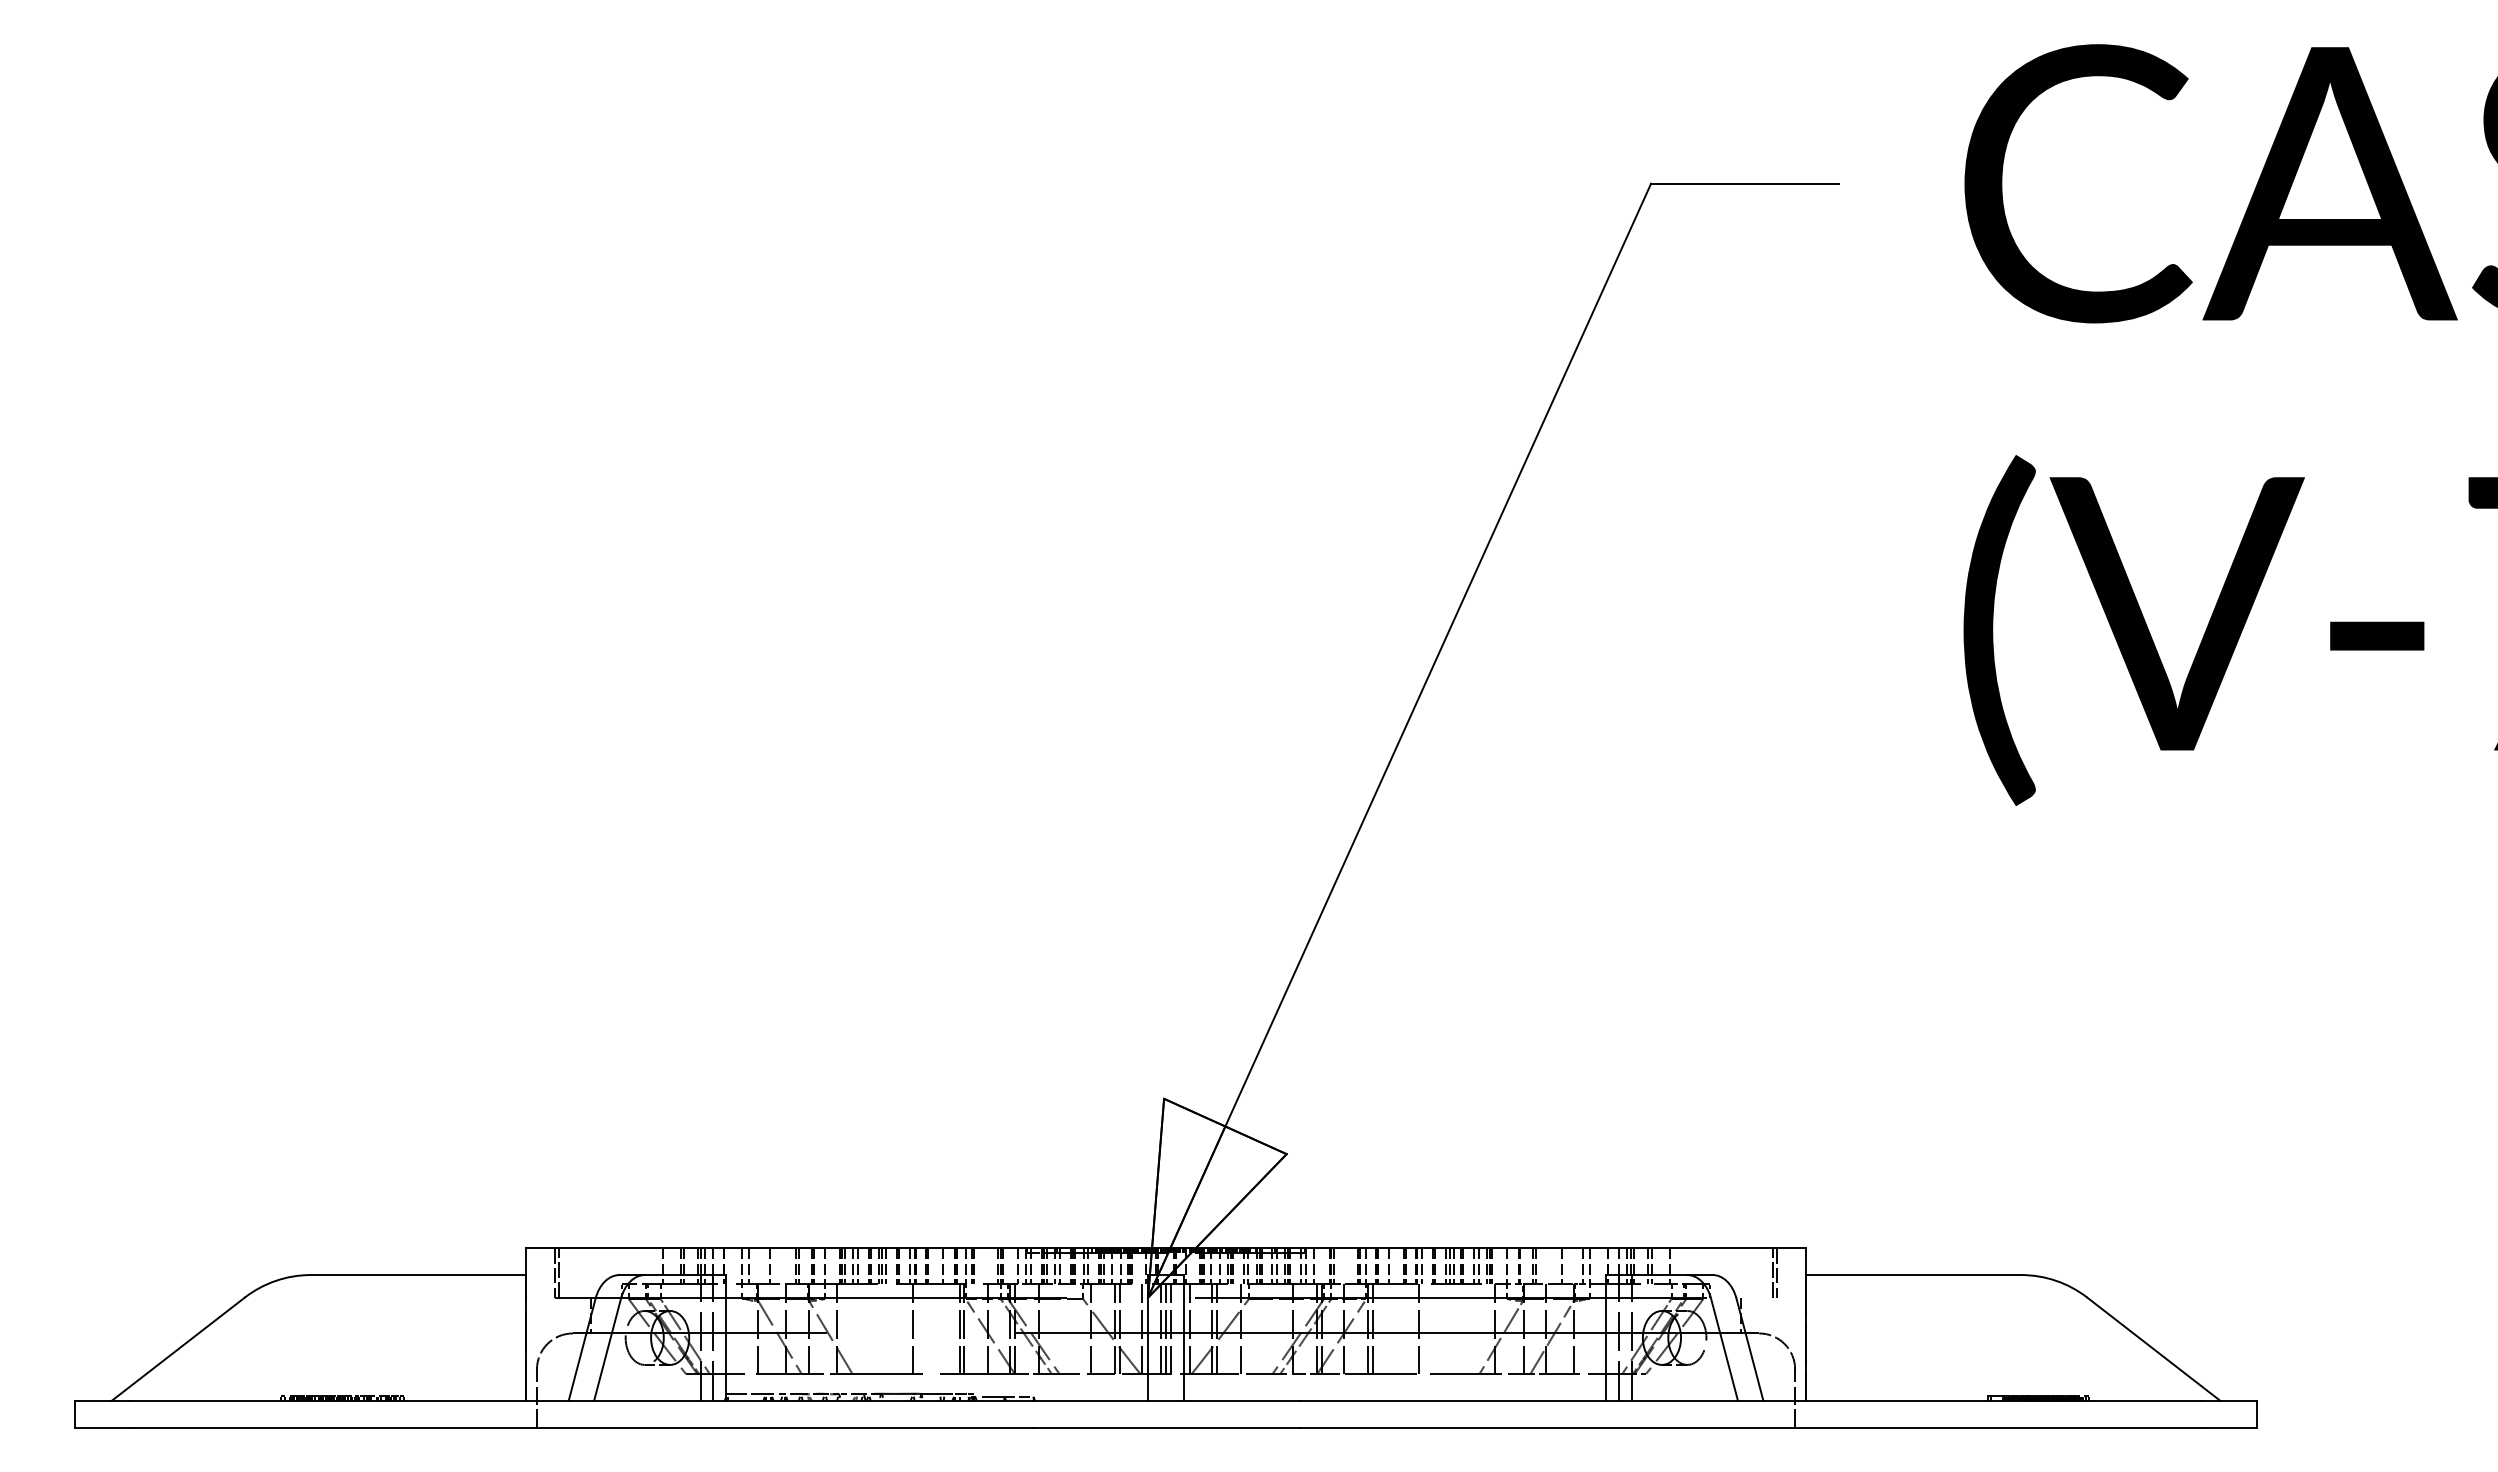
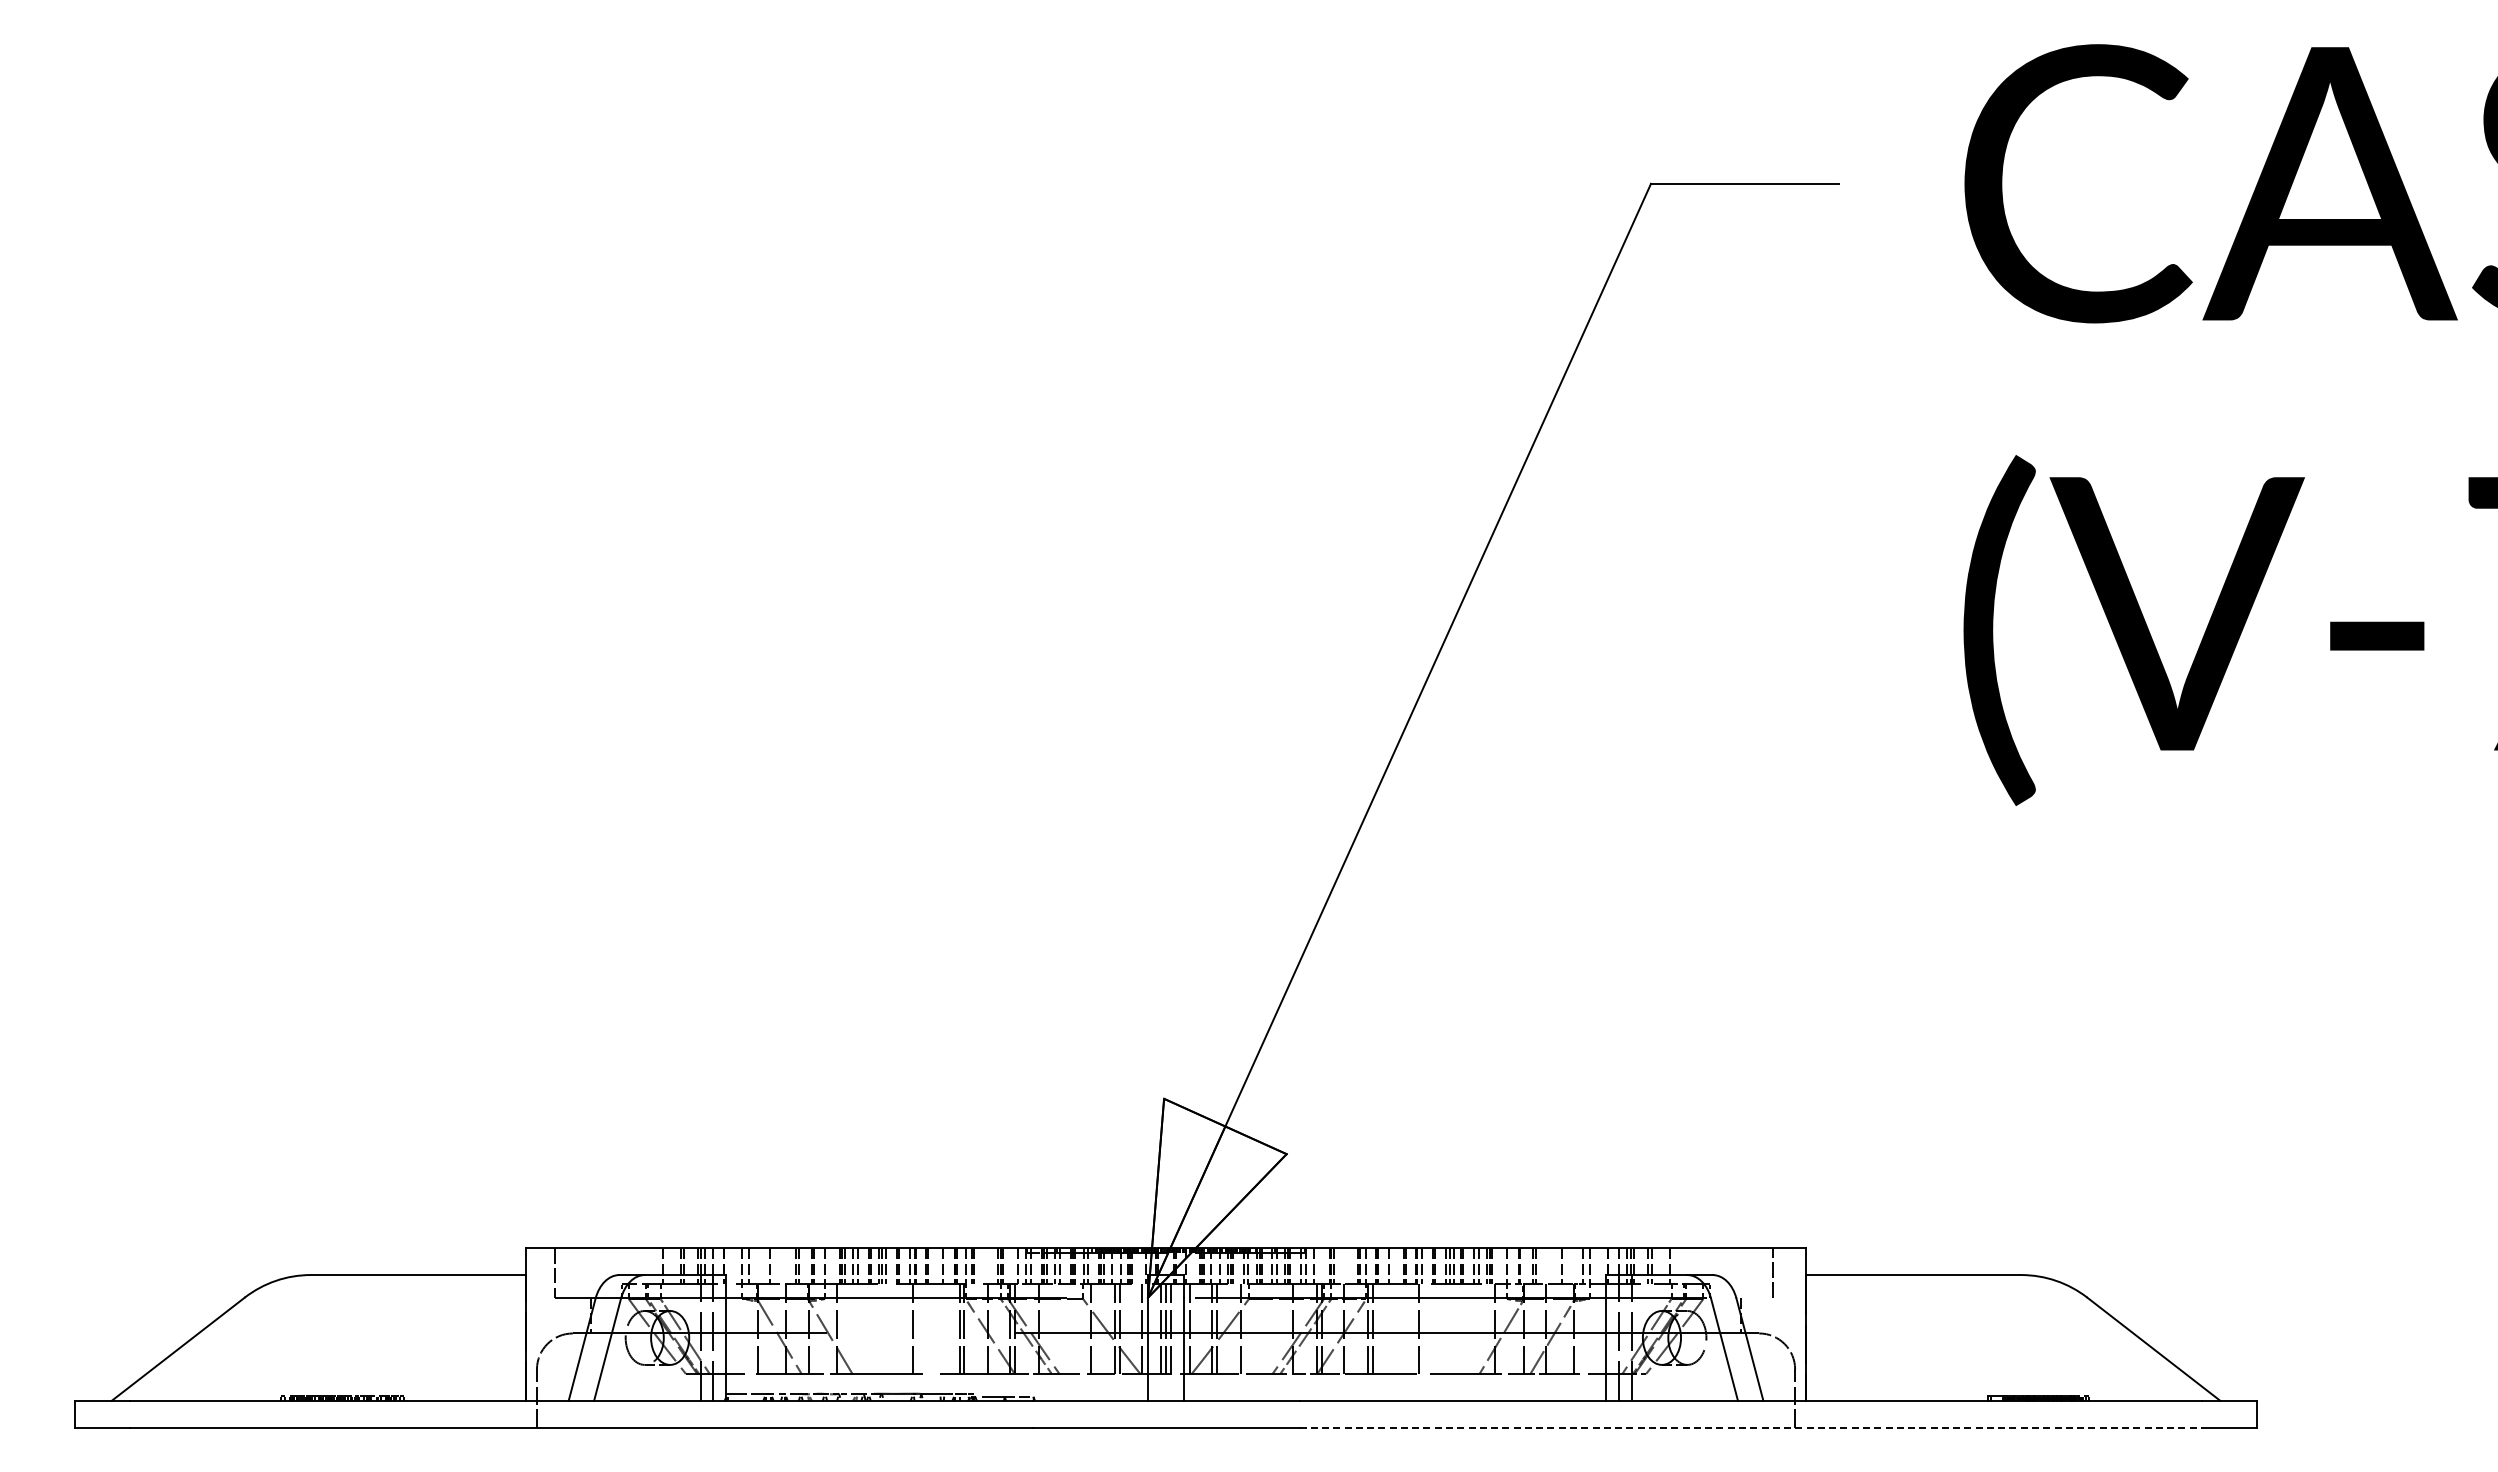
line at (559, 1272): present -> none
line at (1777, 1272): present -> none
line at (1751, 1427): solid -> dashed
